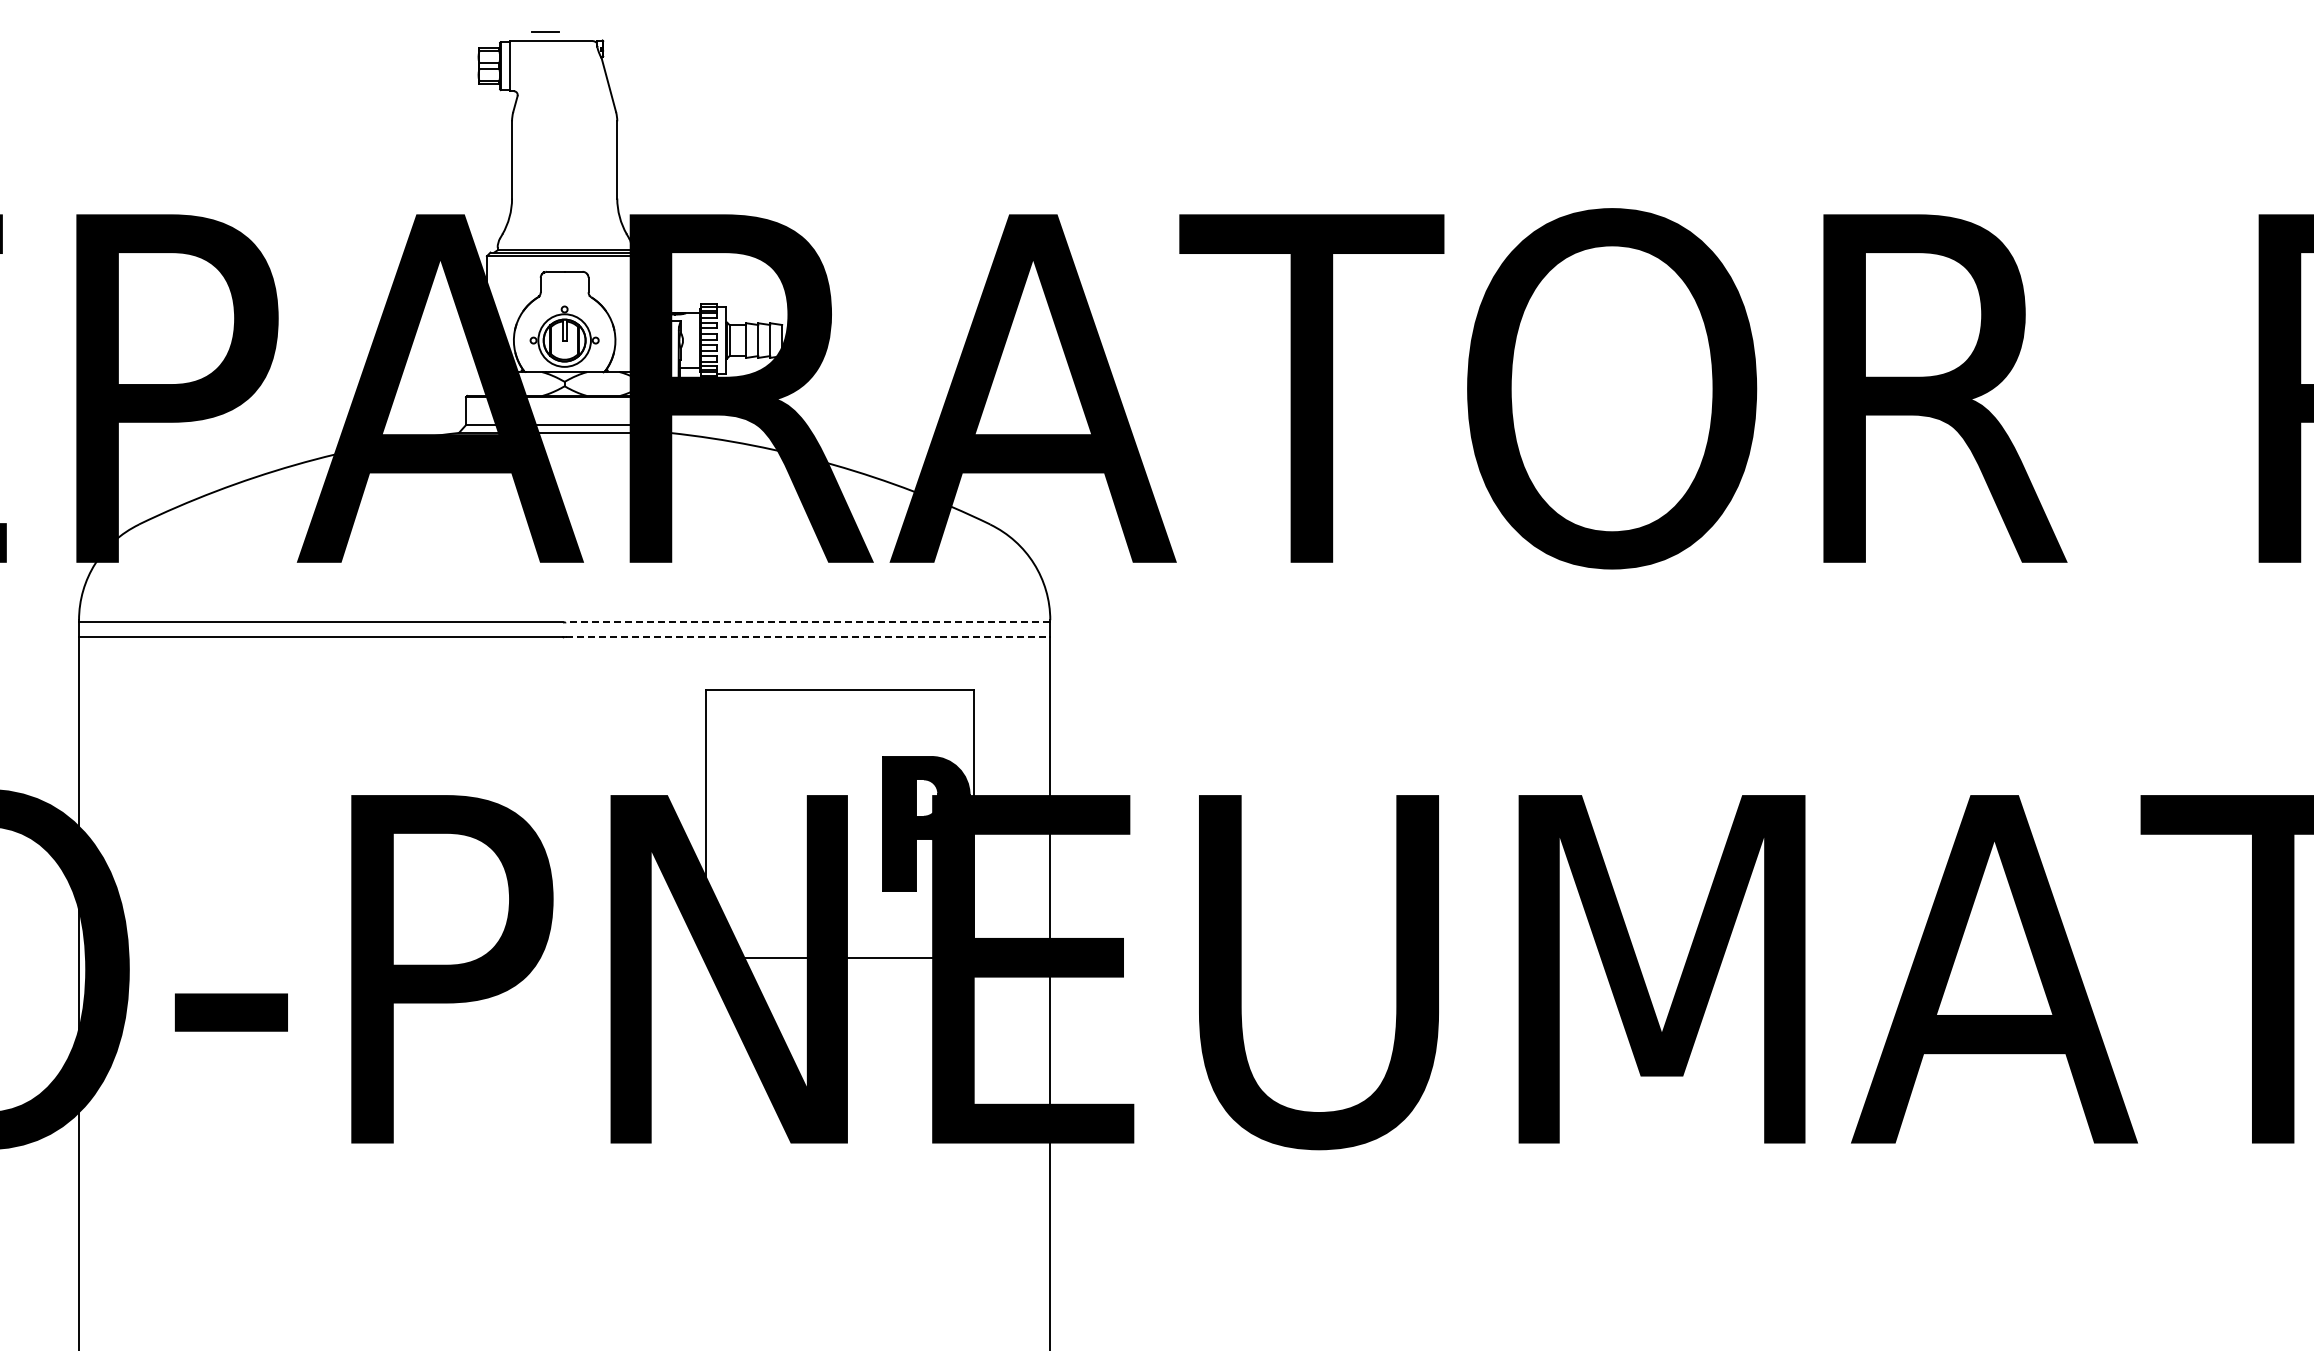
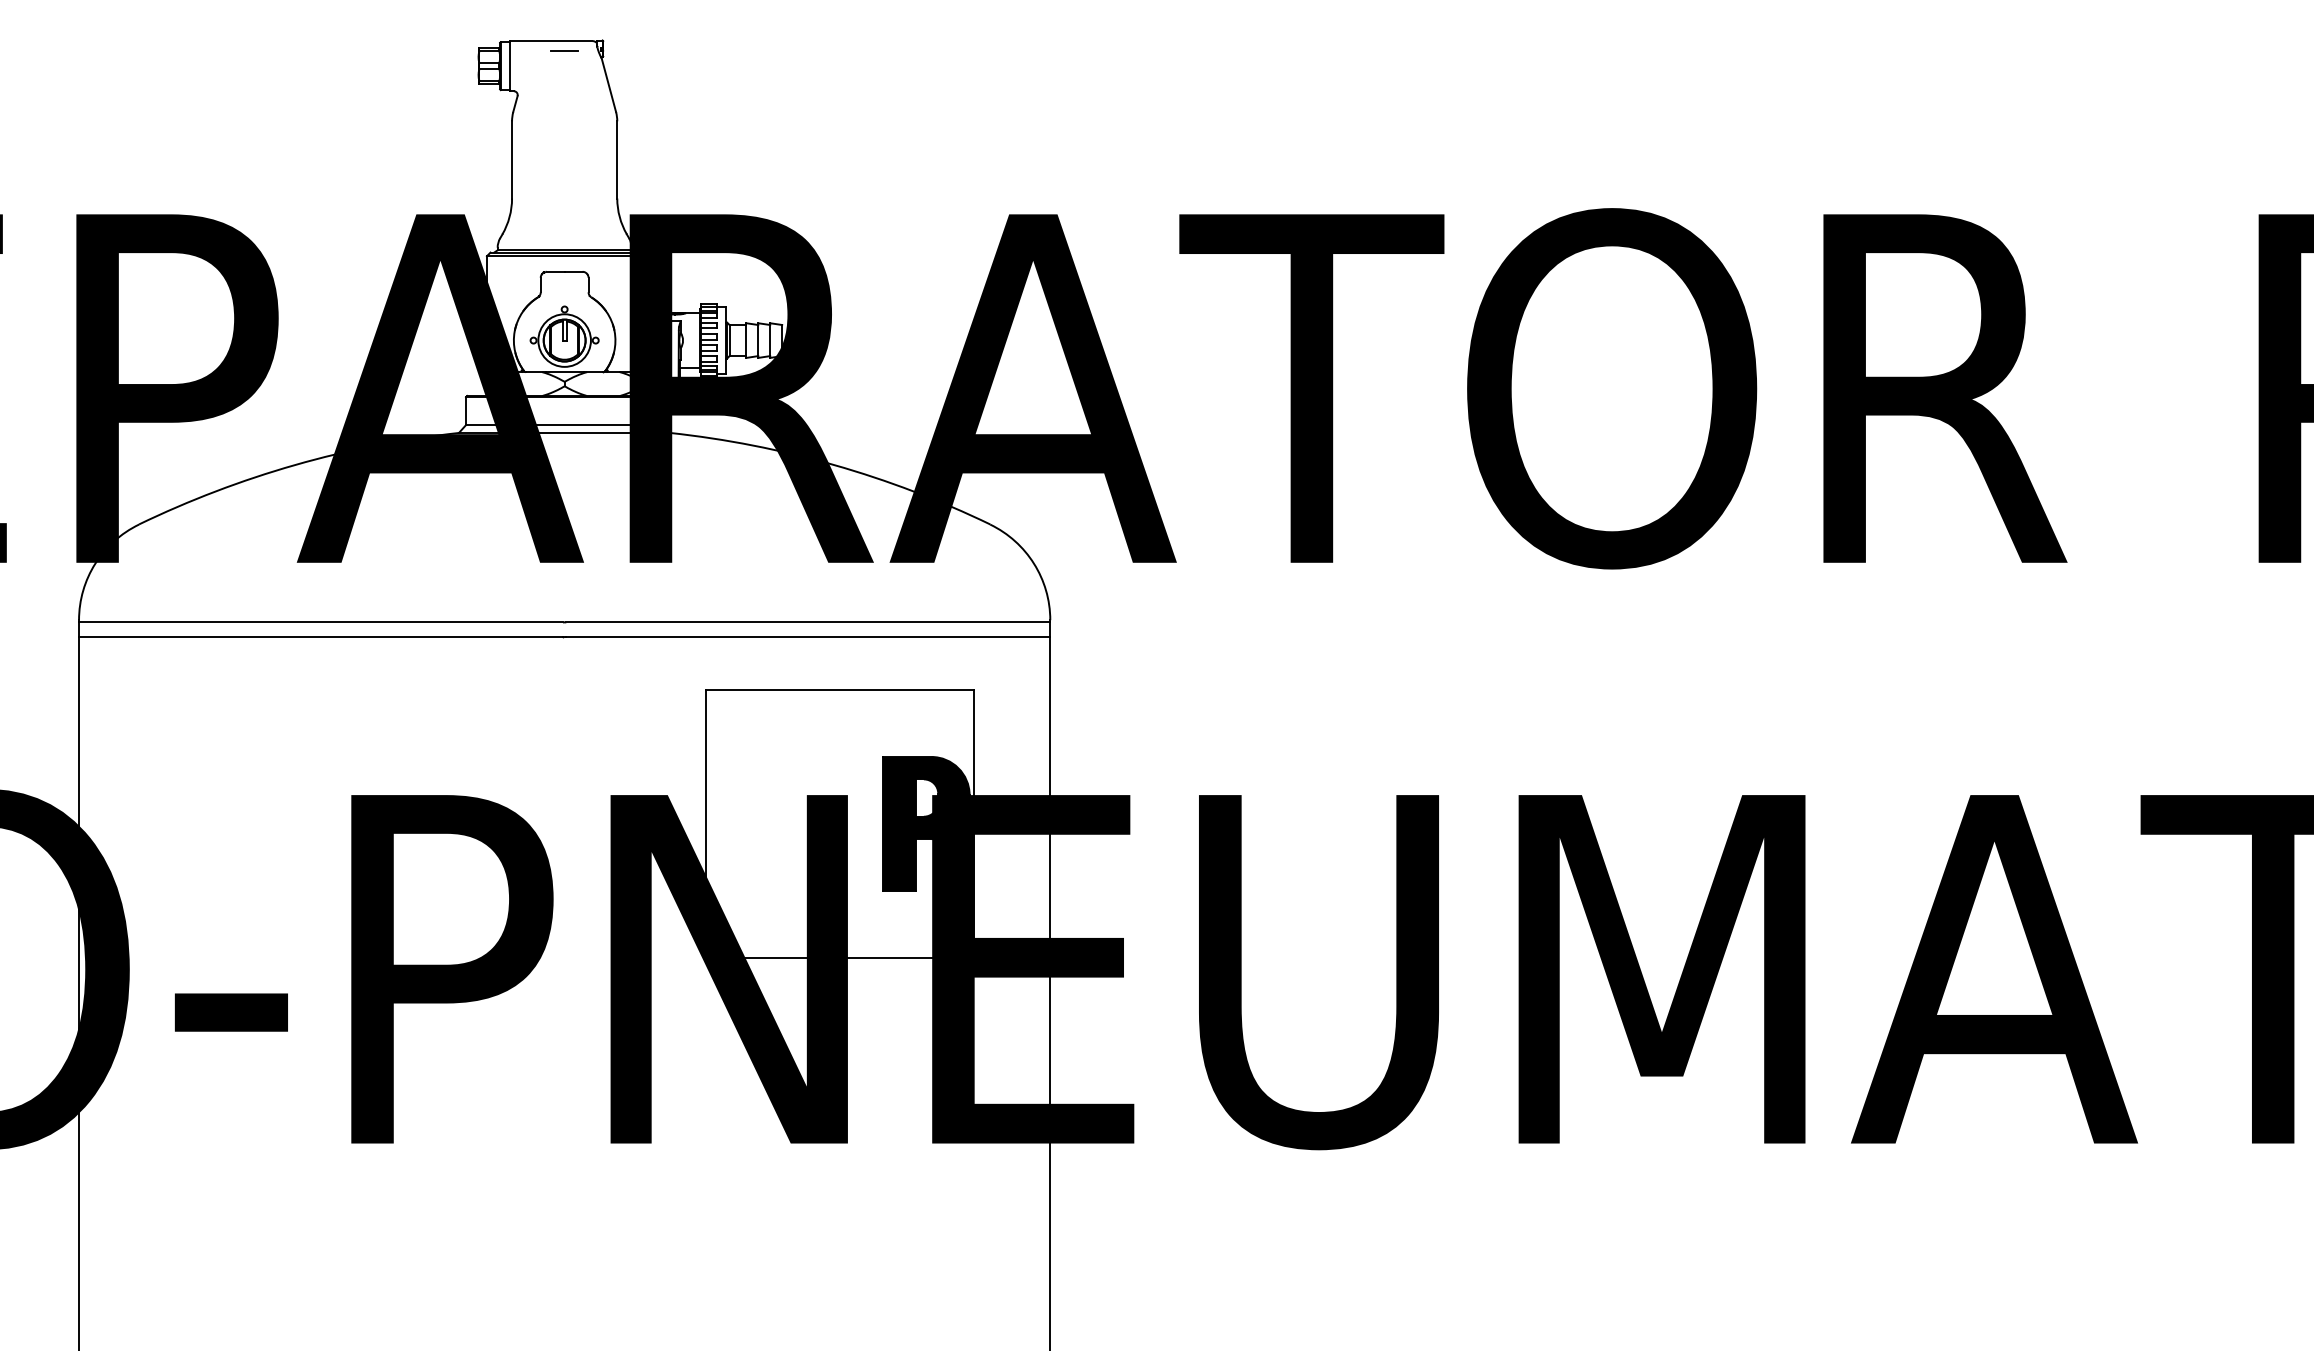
line at (545, 31) position: (545, 31) -> (564, 50)
line at (807, 622): dashed -> solid
line at (808, 636): dashed -> solid
